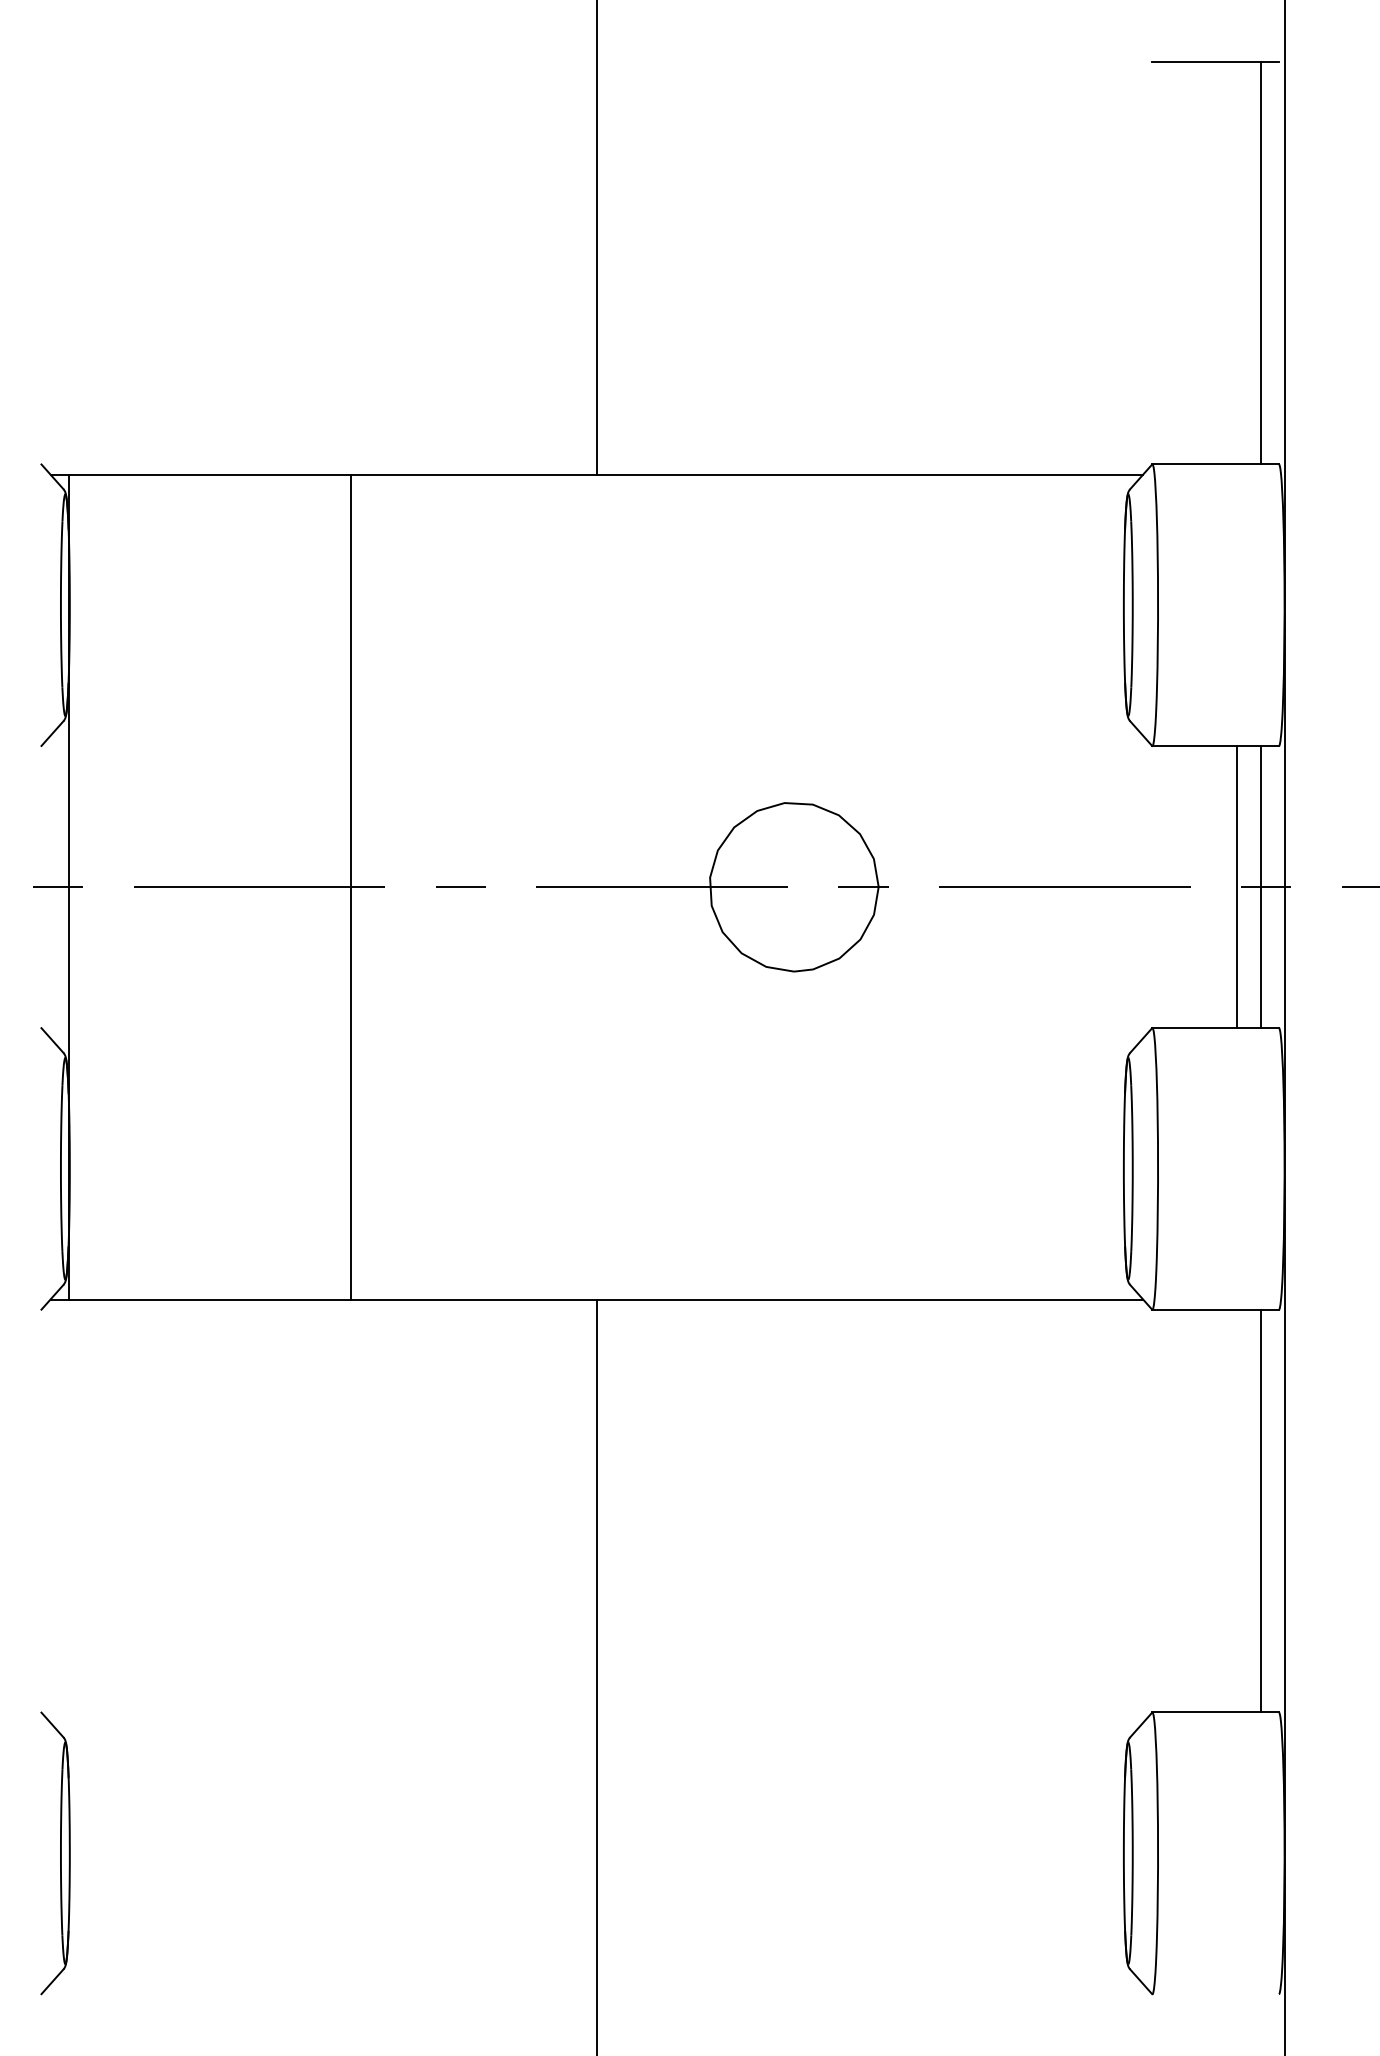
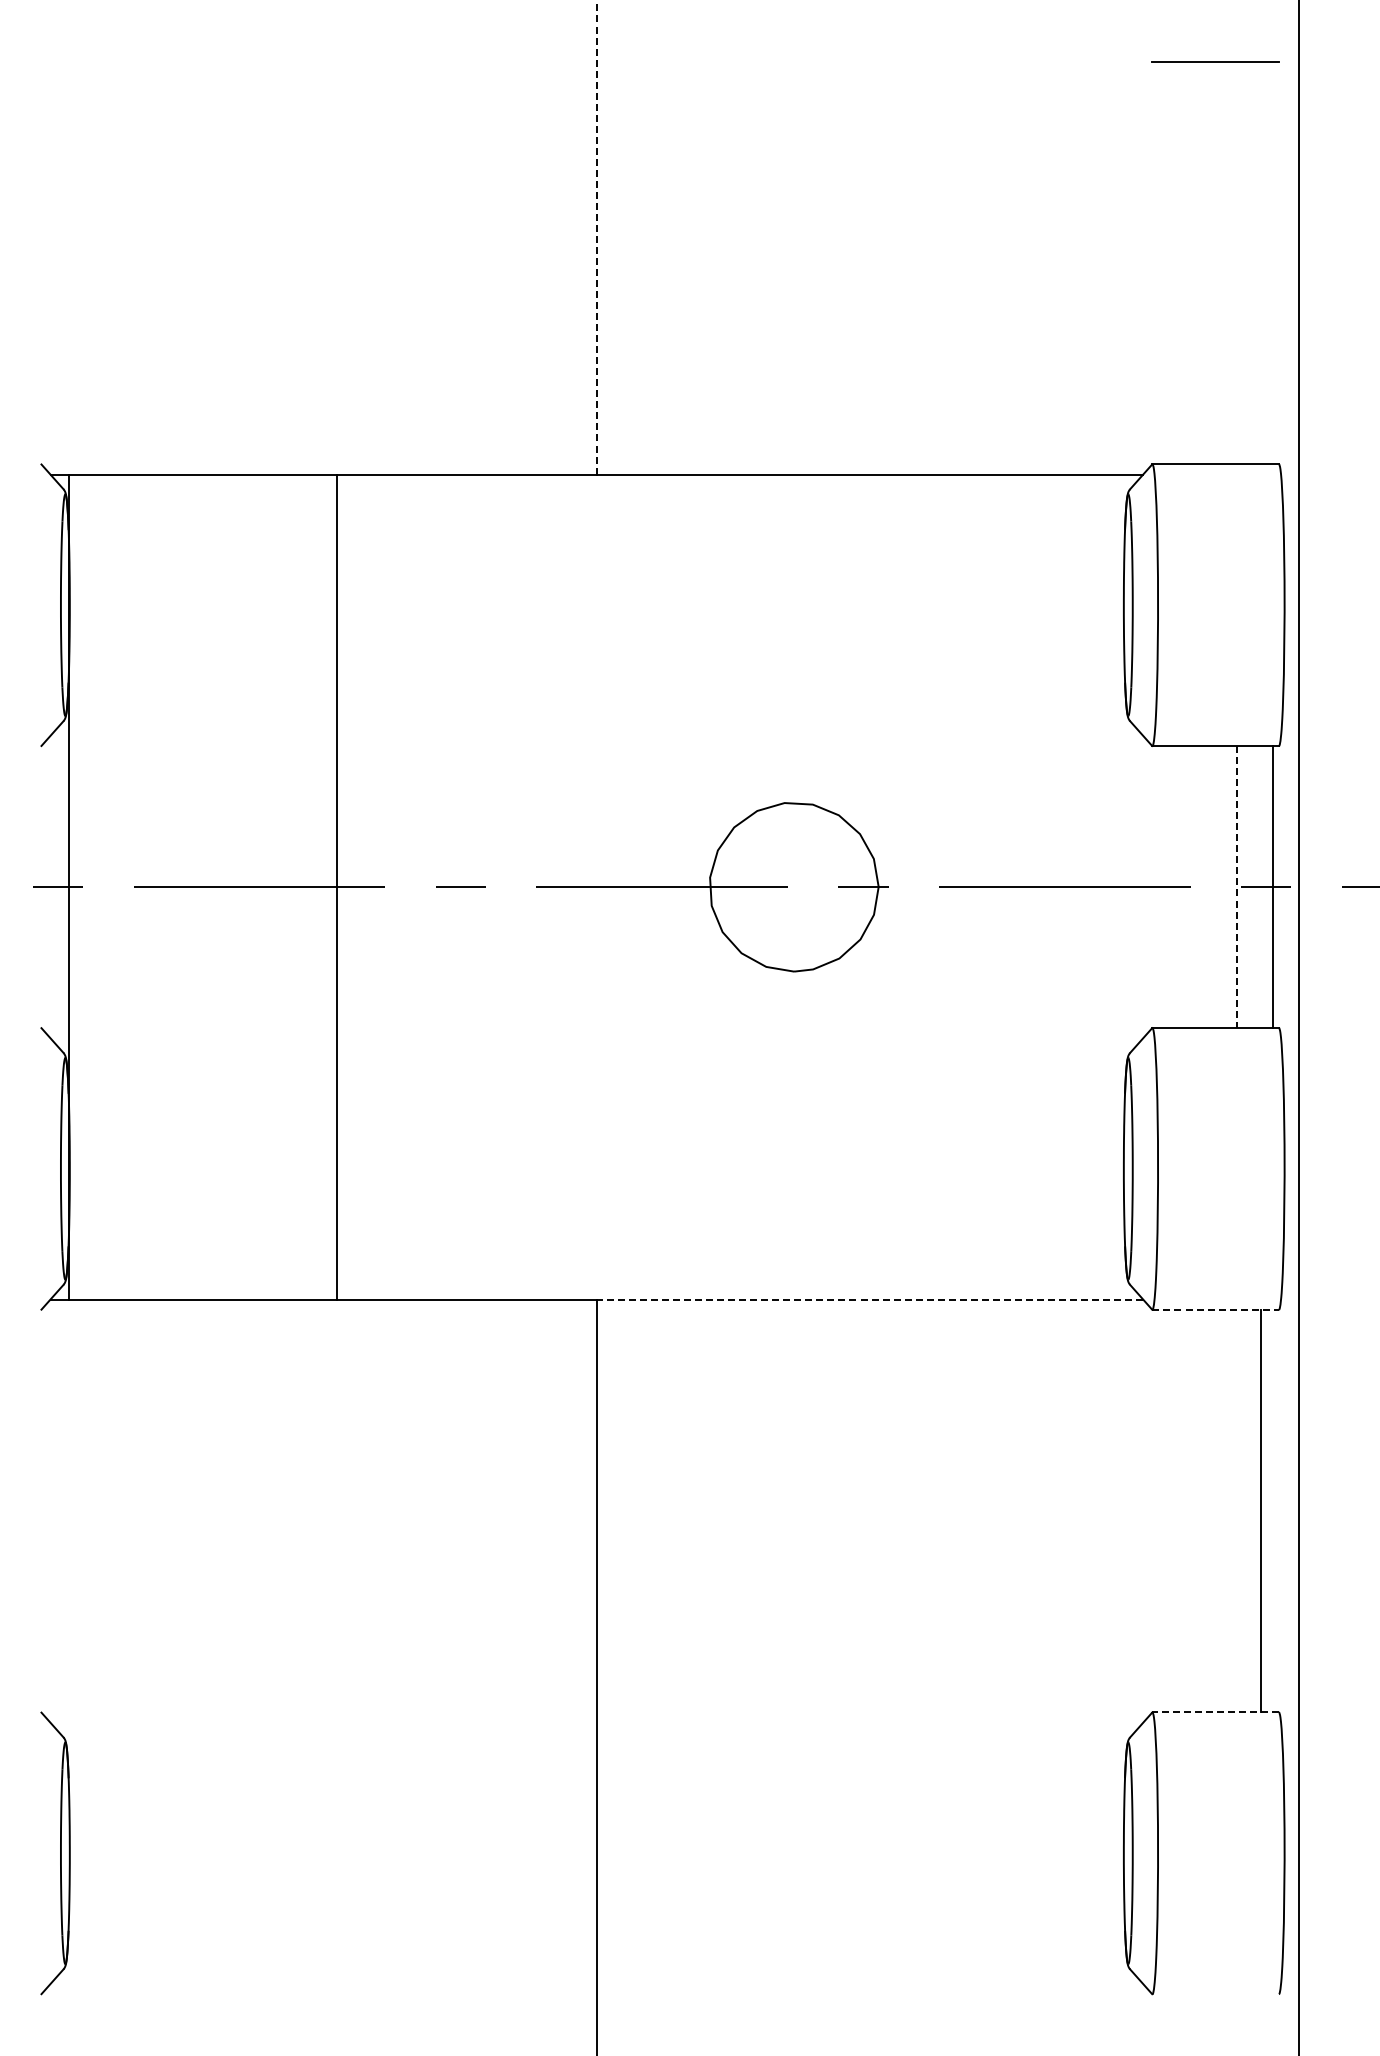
line at (596, 237): solid -> dashed
line at (1261, 262): present -> none
line at (351, 886) position: (351, 886) -> (337, 886)
line at (1261, 886) position: (1261, 886) -> (1273, 886)
line at (1237, 887): solid -> dashed
line at (1285, 1027) position: (1285, 1027) -> (1299, 1027)
line at (869, 1299): solid -> dashed
line at (1216, 1309): solid -> dashed
line at (1215, 1712): solid -> dashed
